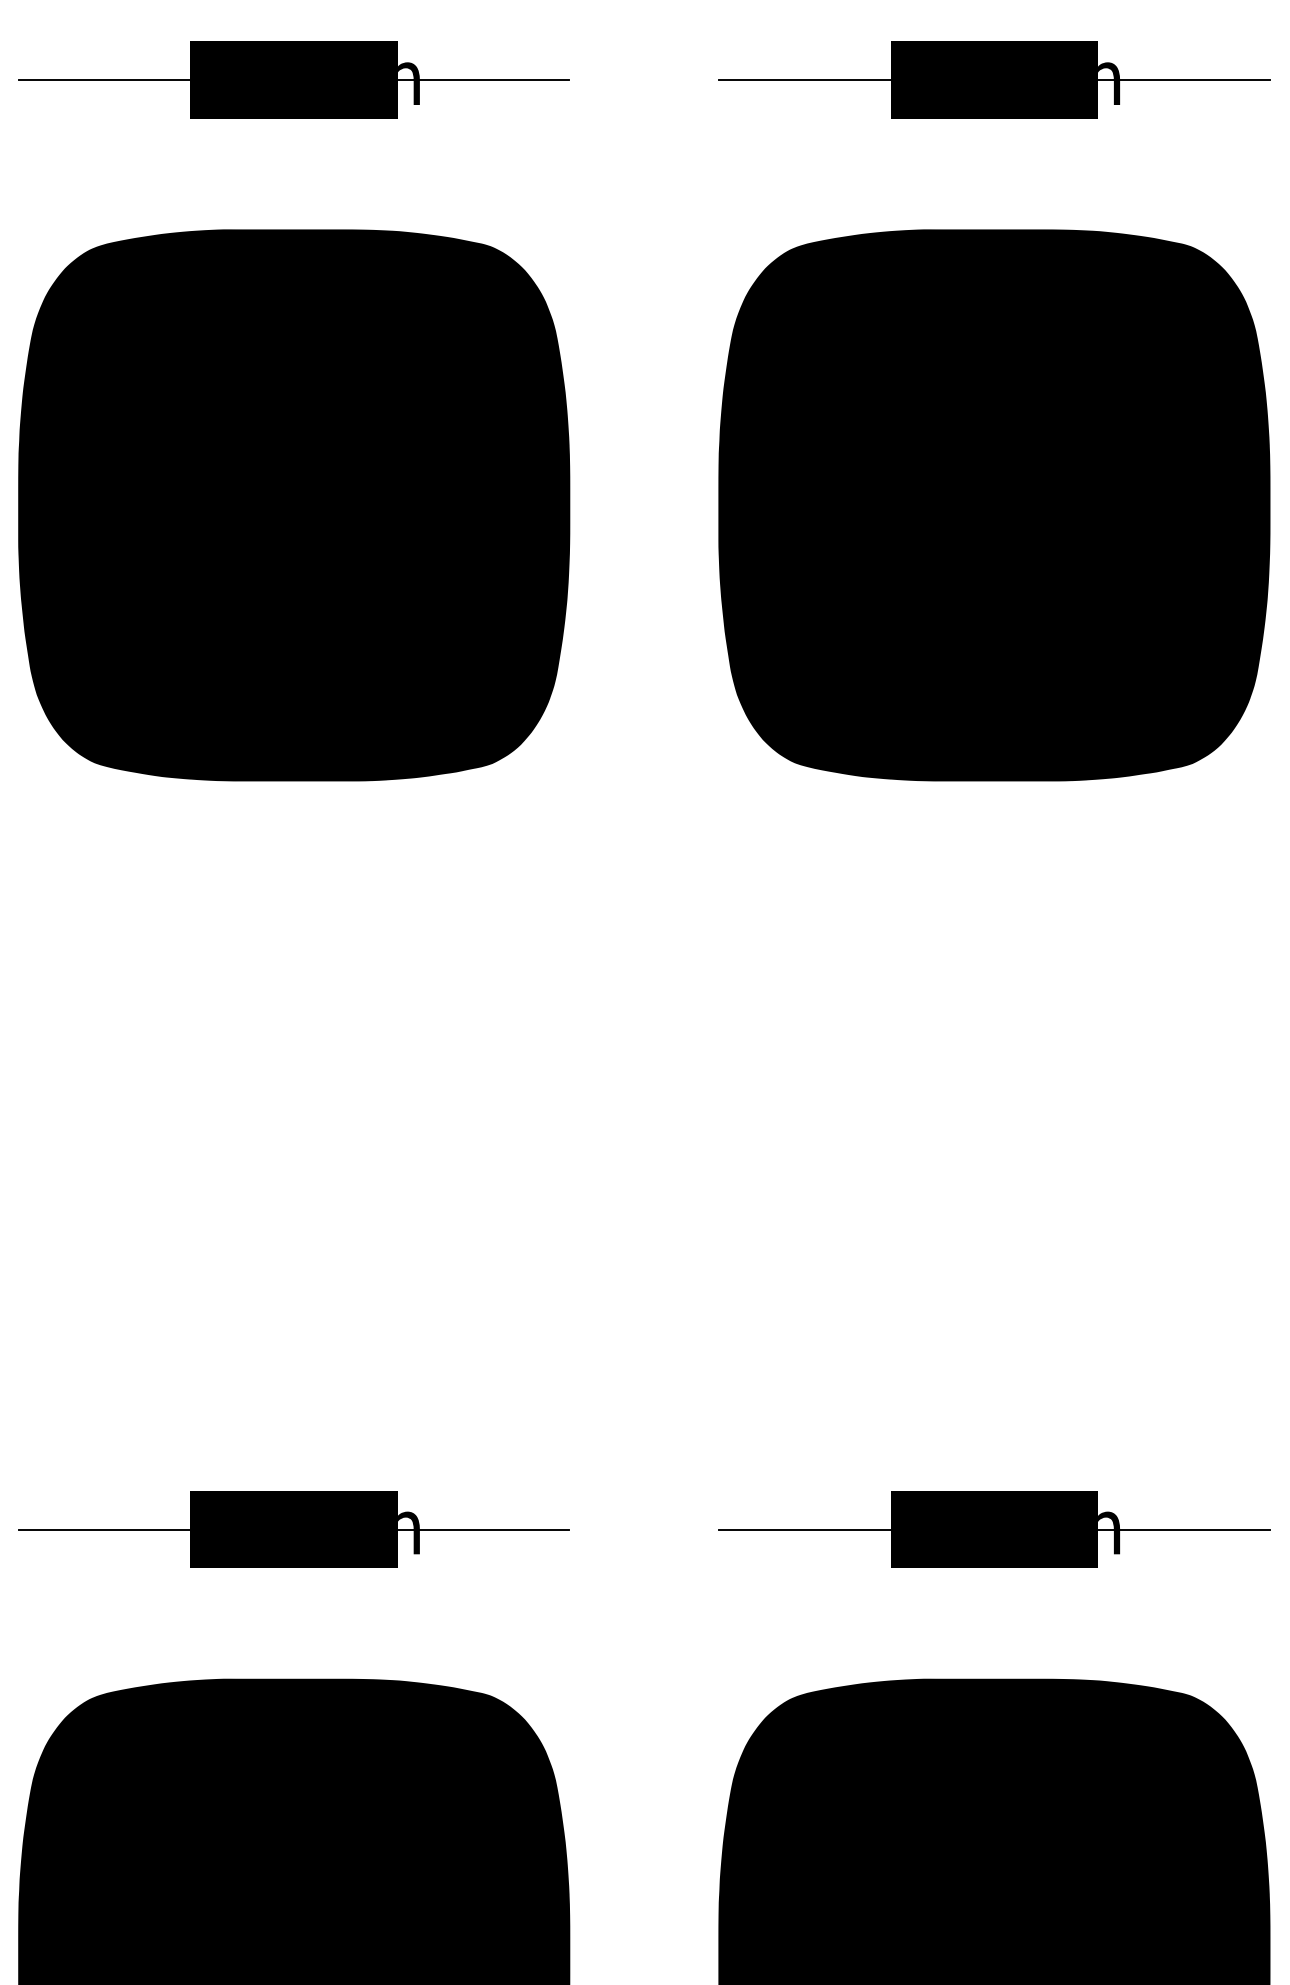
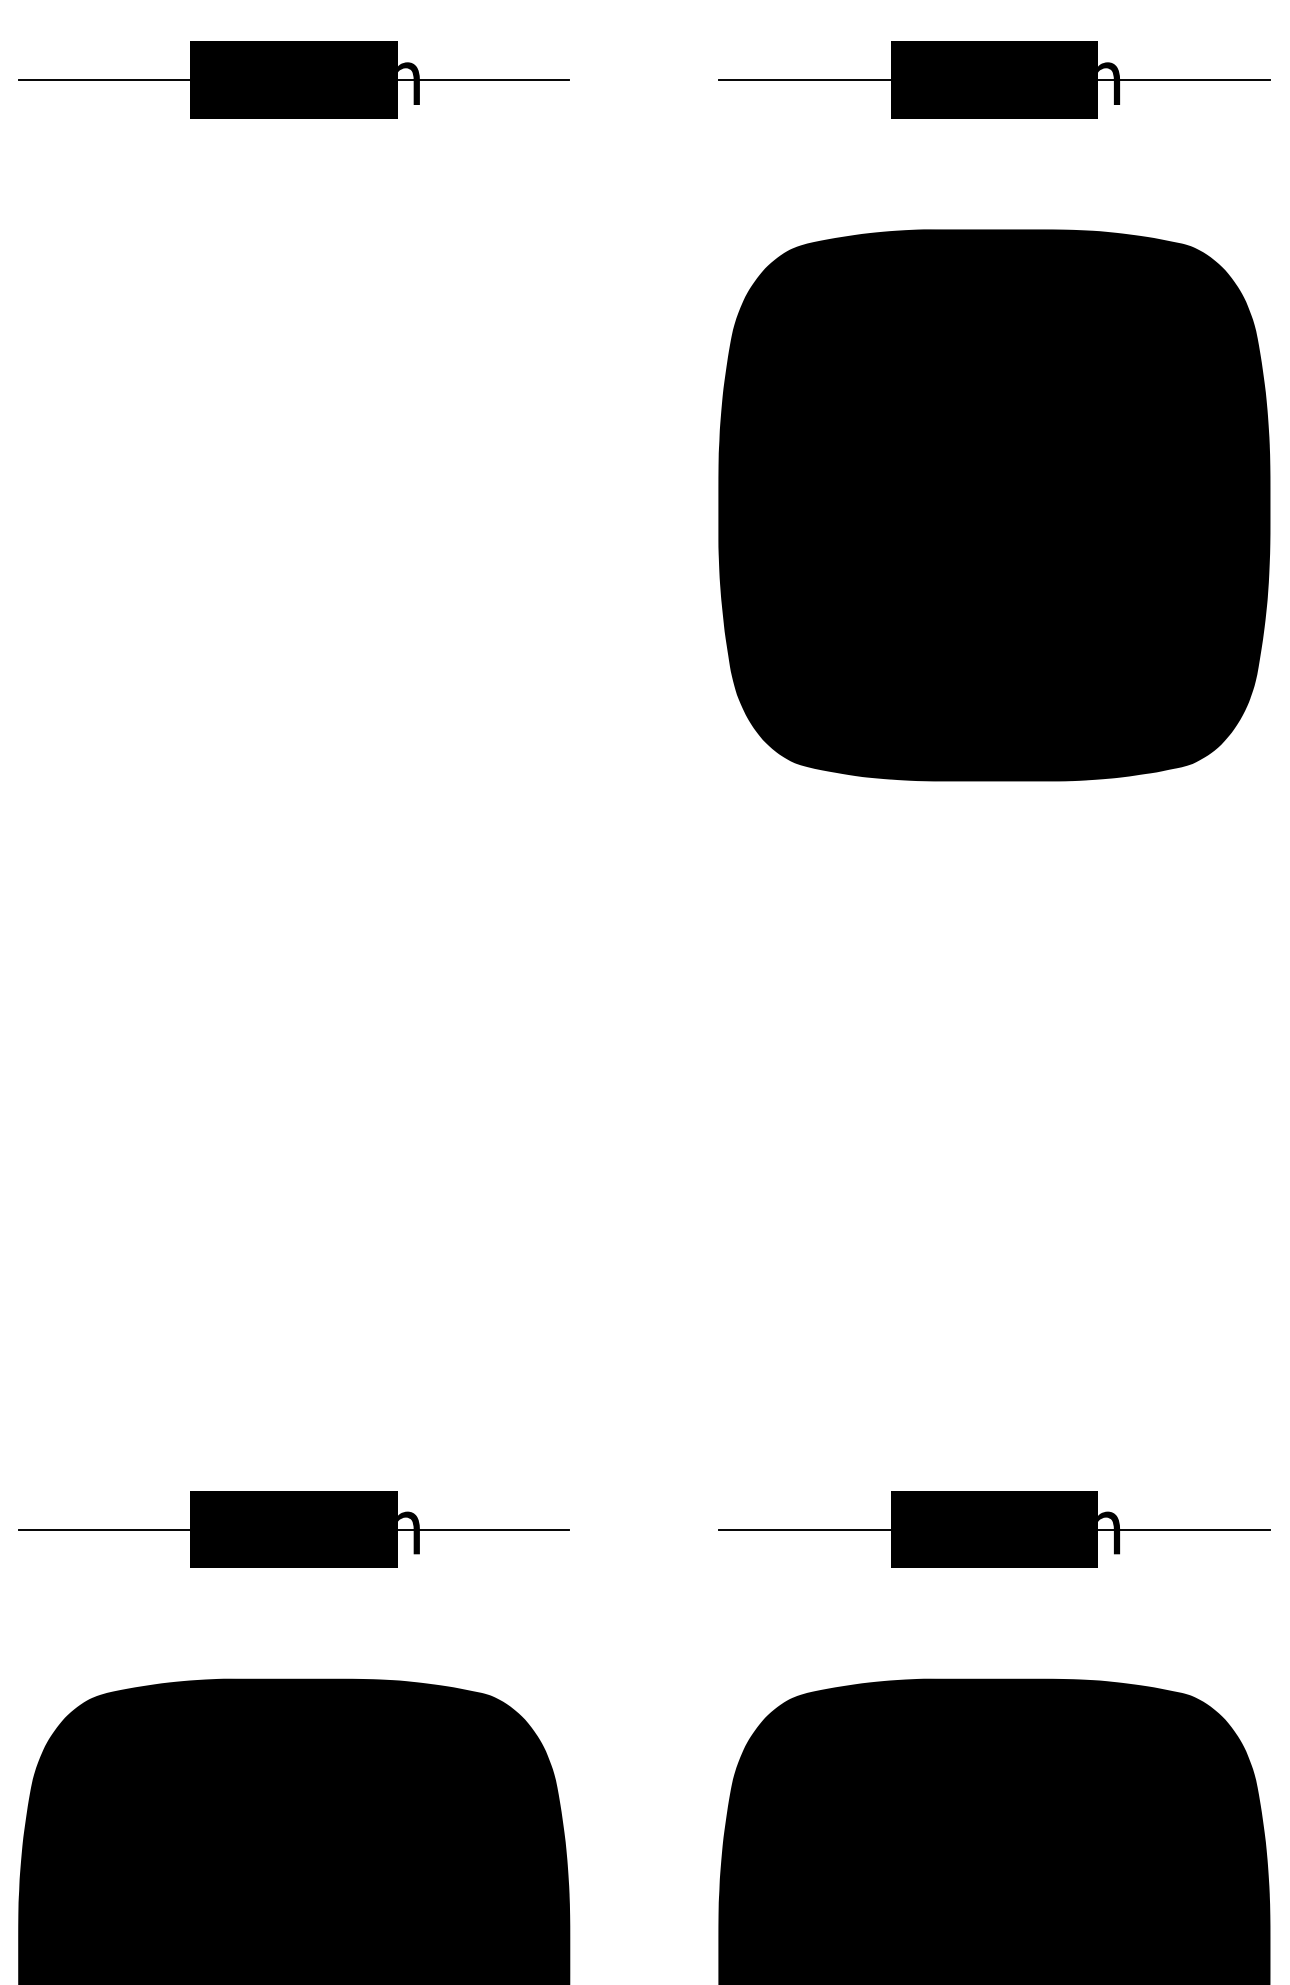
part at (294, 505): present -> none
